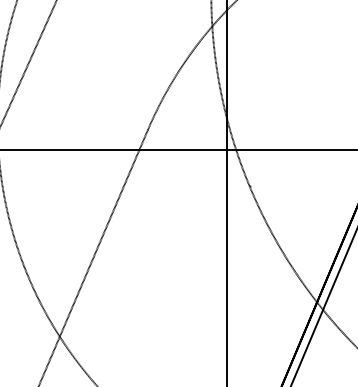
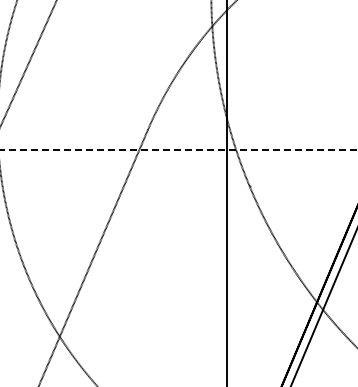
line at (179, 149): solid -> dashed
